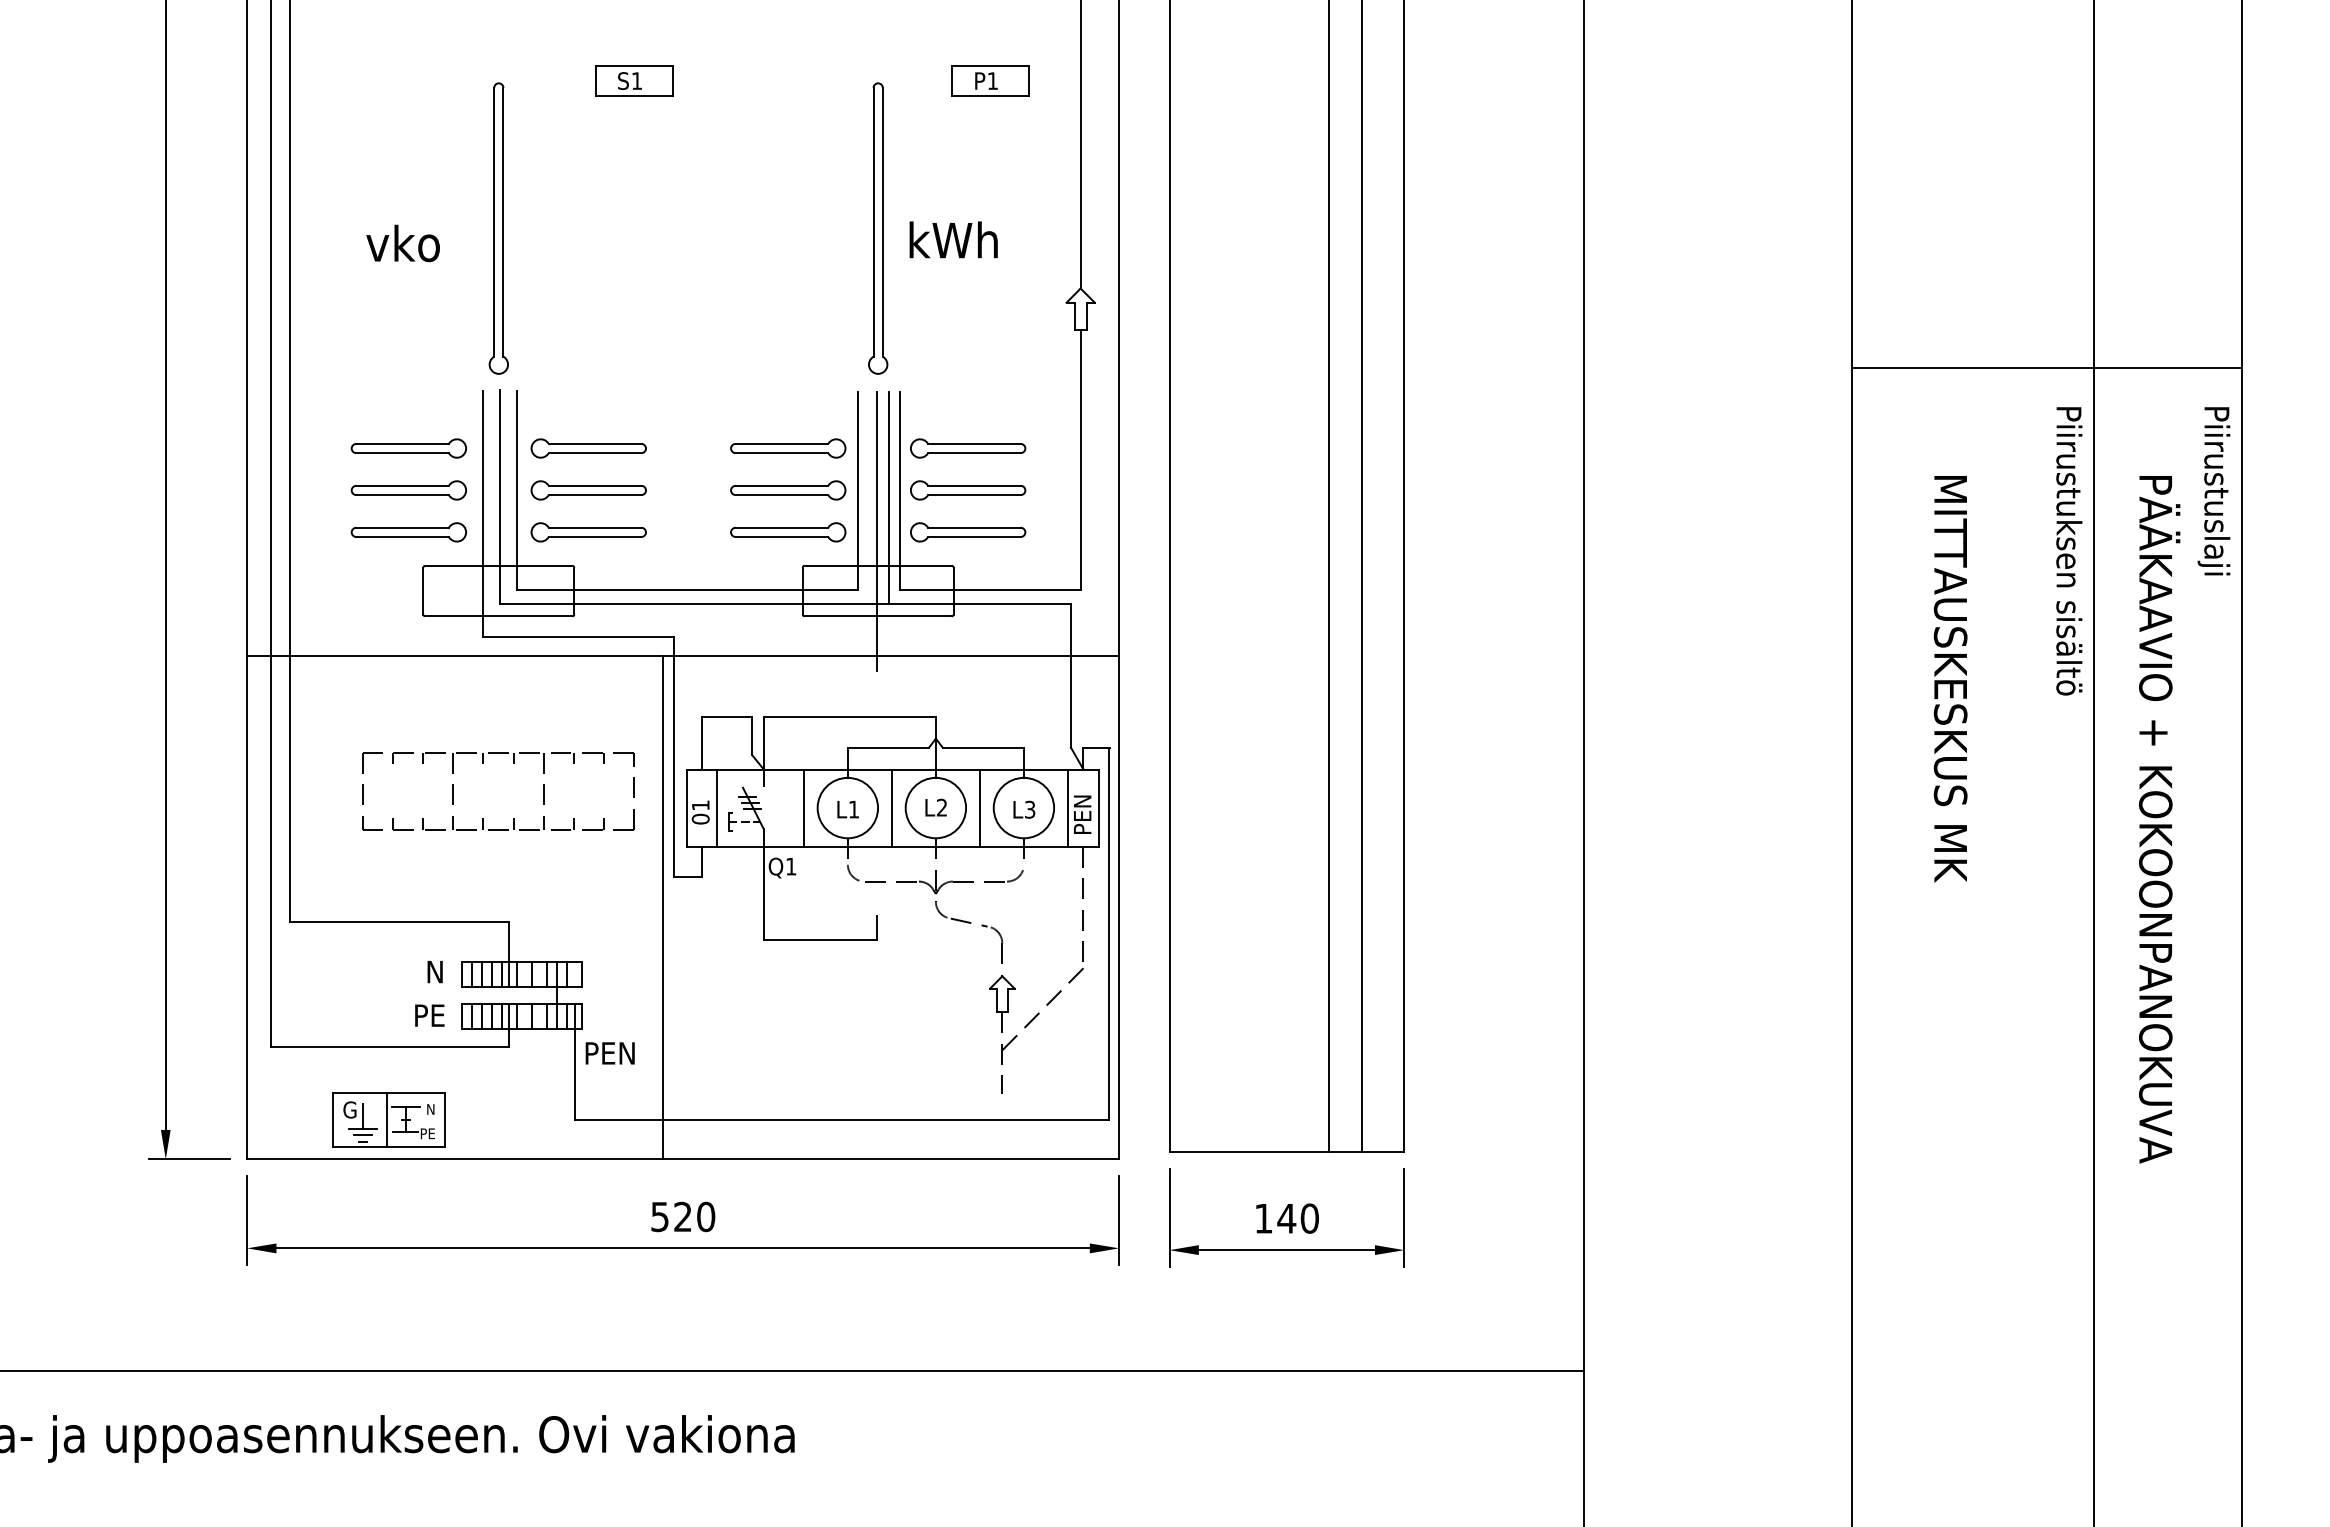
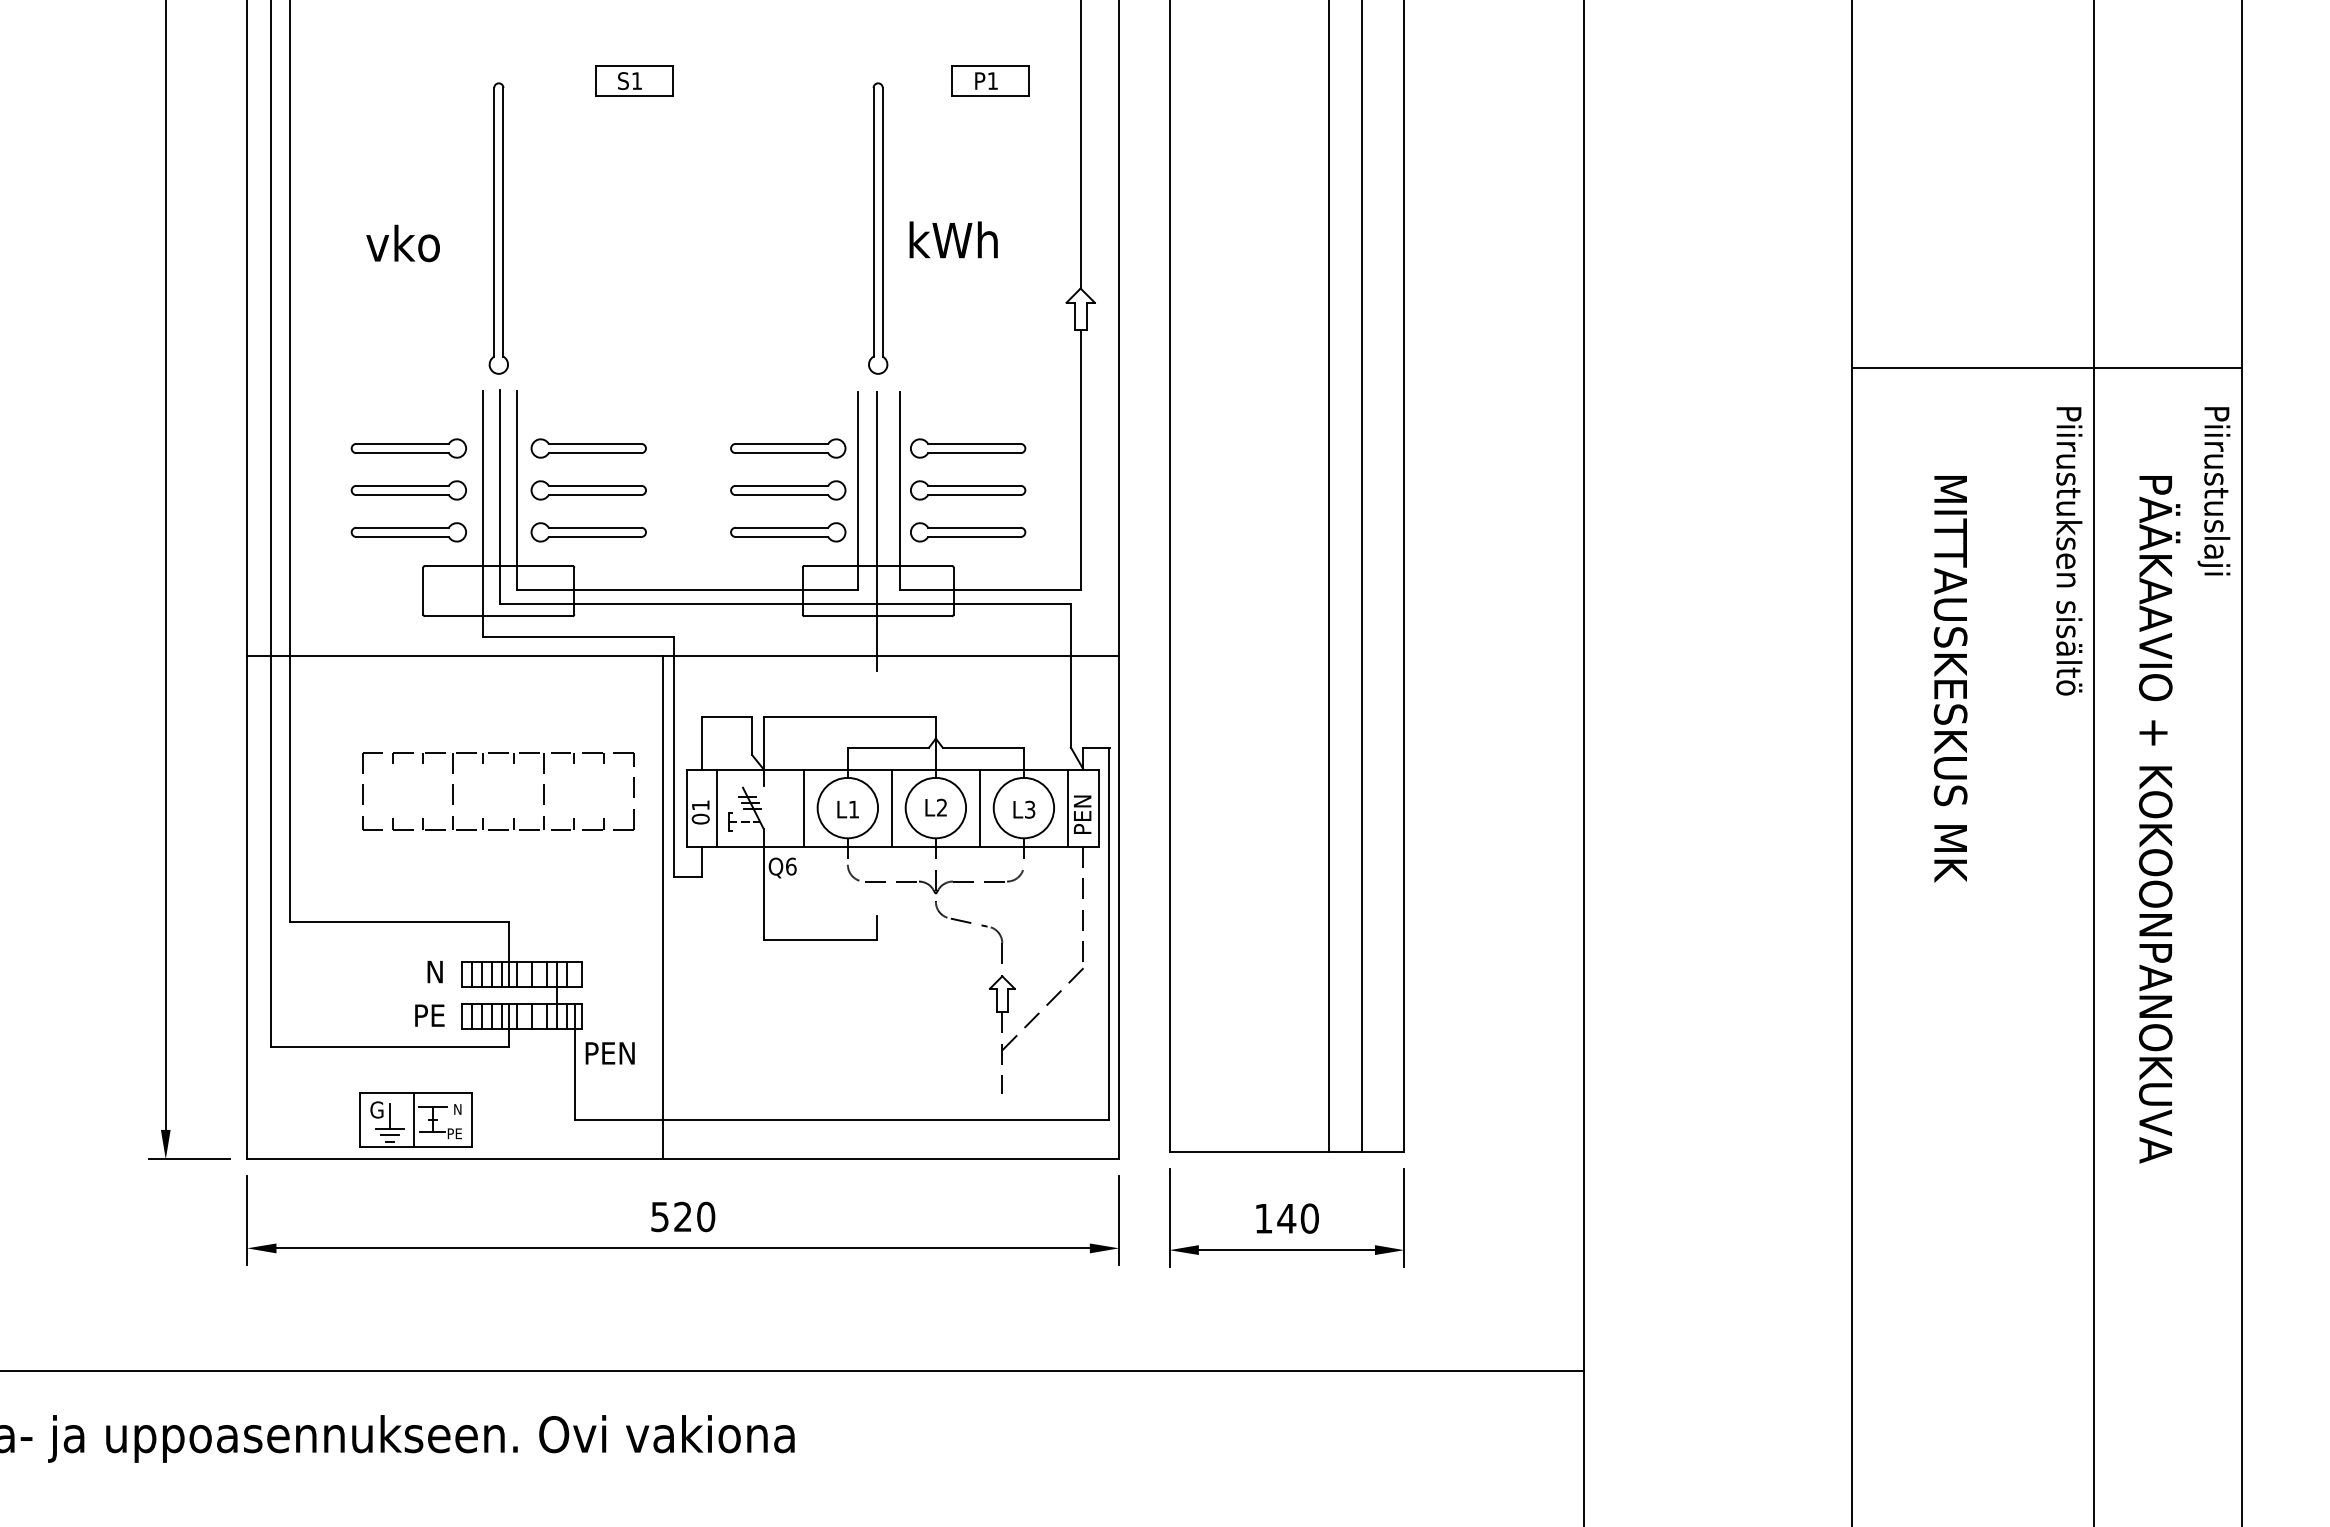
line at (888, 497): present -> none
text at (791, 866): Q1 -> Q6
part at (388, 1119) position: (388, 1119) -> (415, 1119)
